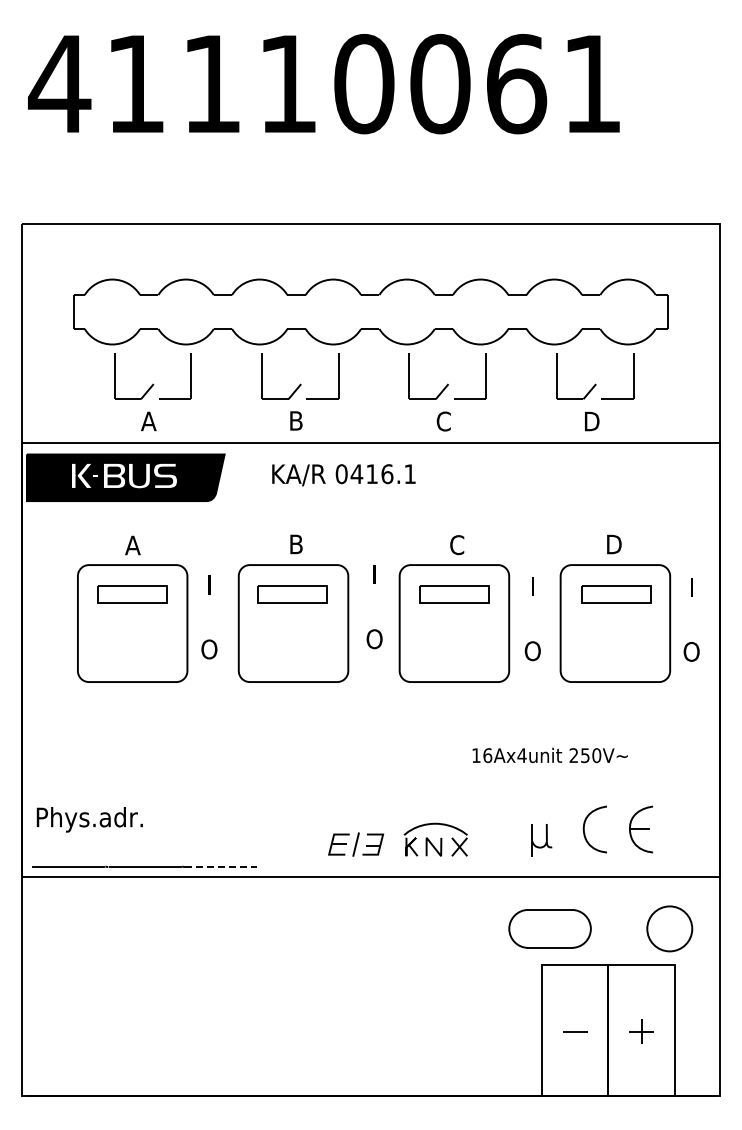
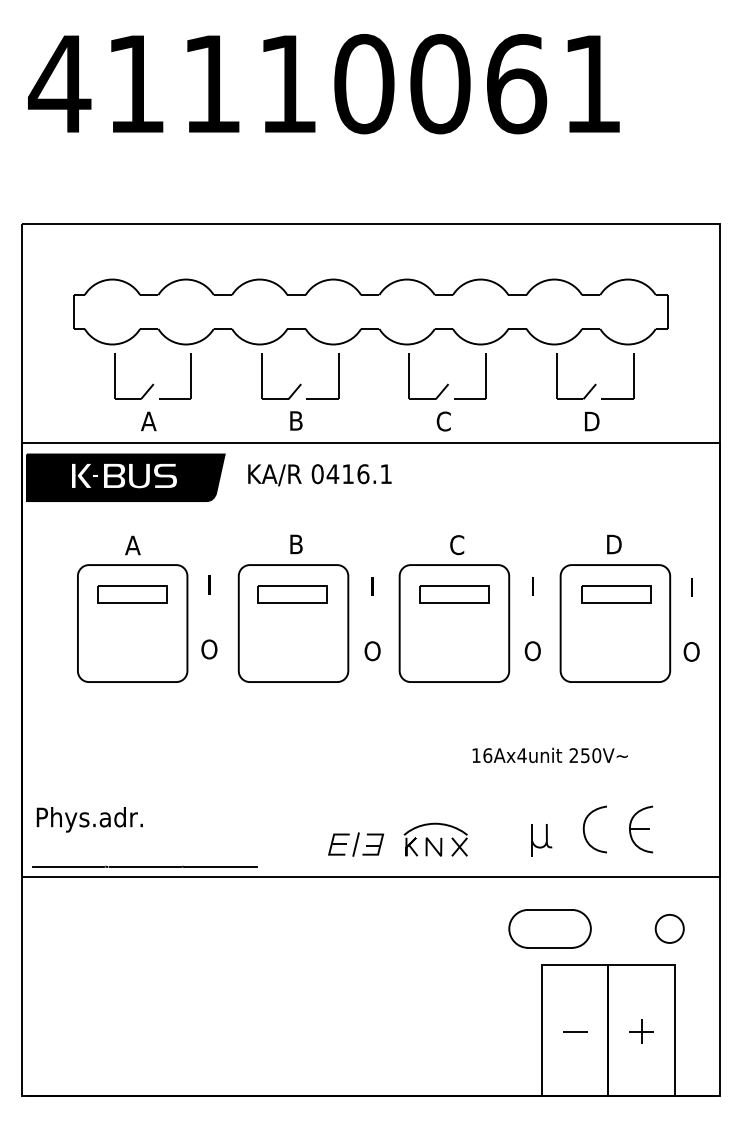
text at (343, 475) position: (343, 475) -> (319, 475)
text at (374, 607) position: (374, 607) -> (372, 619)
line at (221, 866): dashed -> solid
circle at (669, 928) diameter: 45 px -> 28 px
